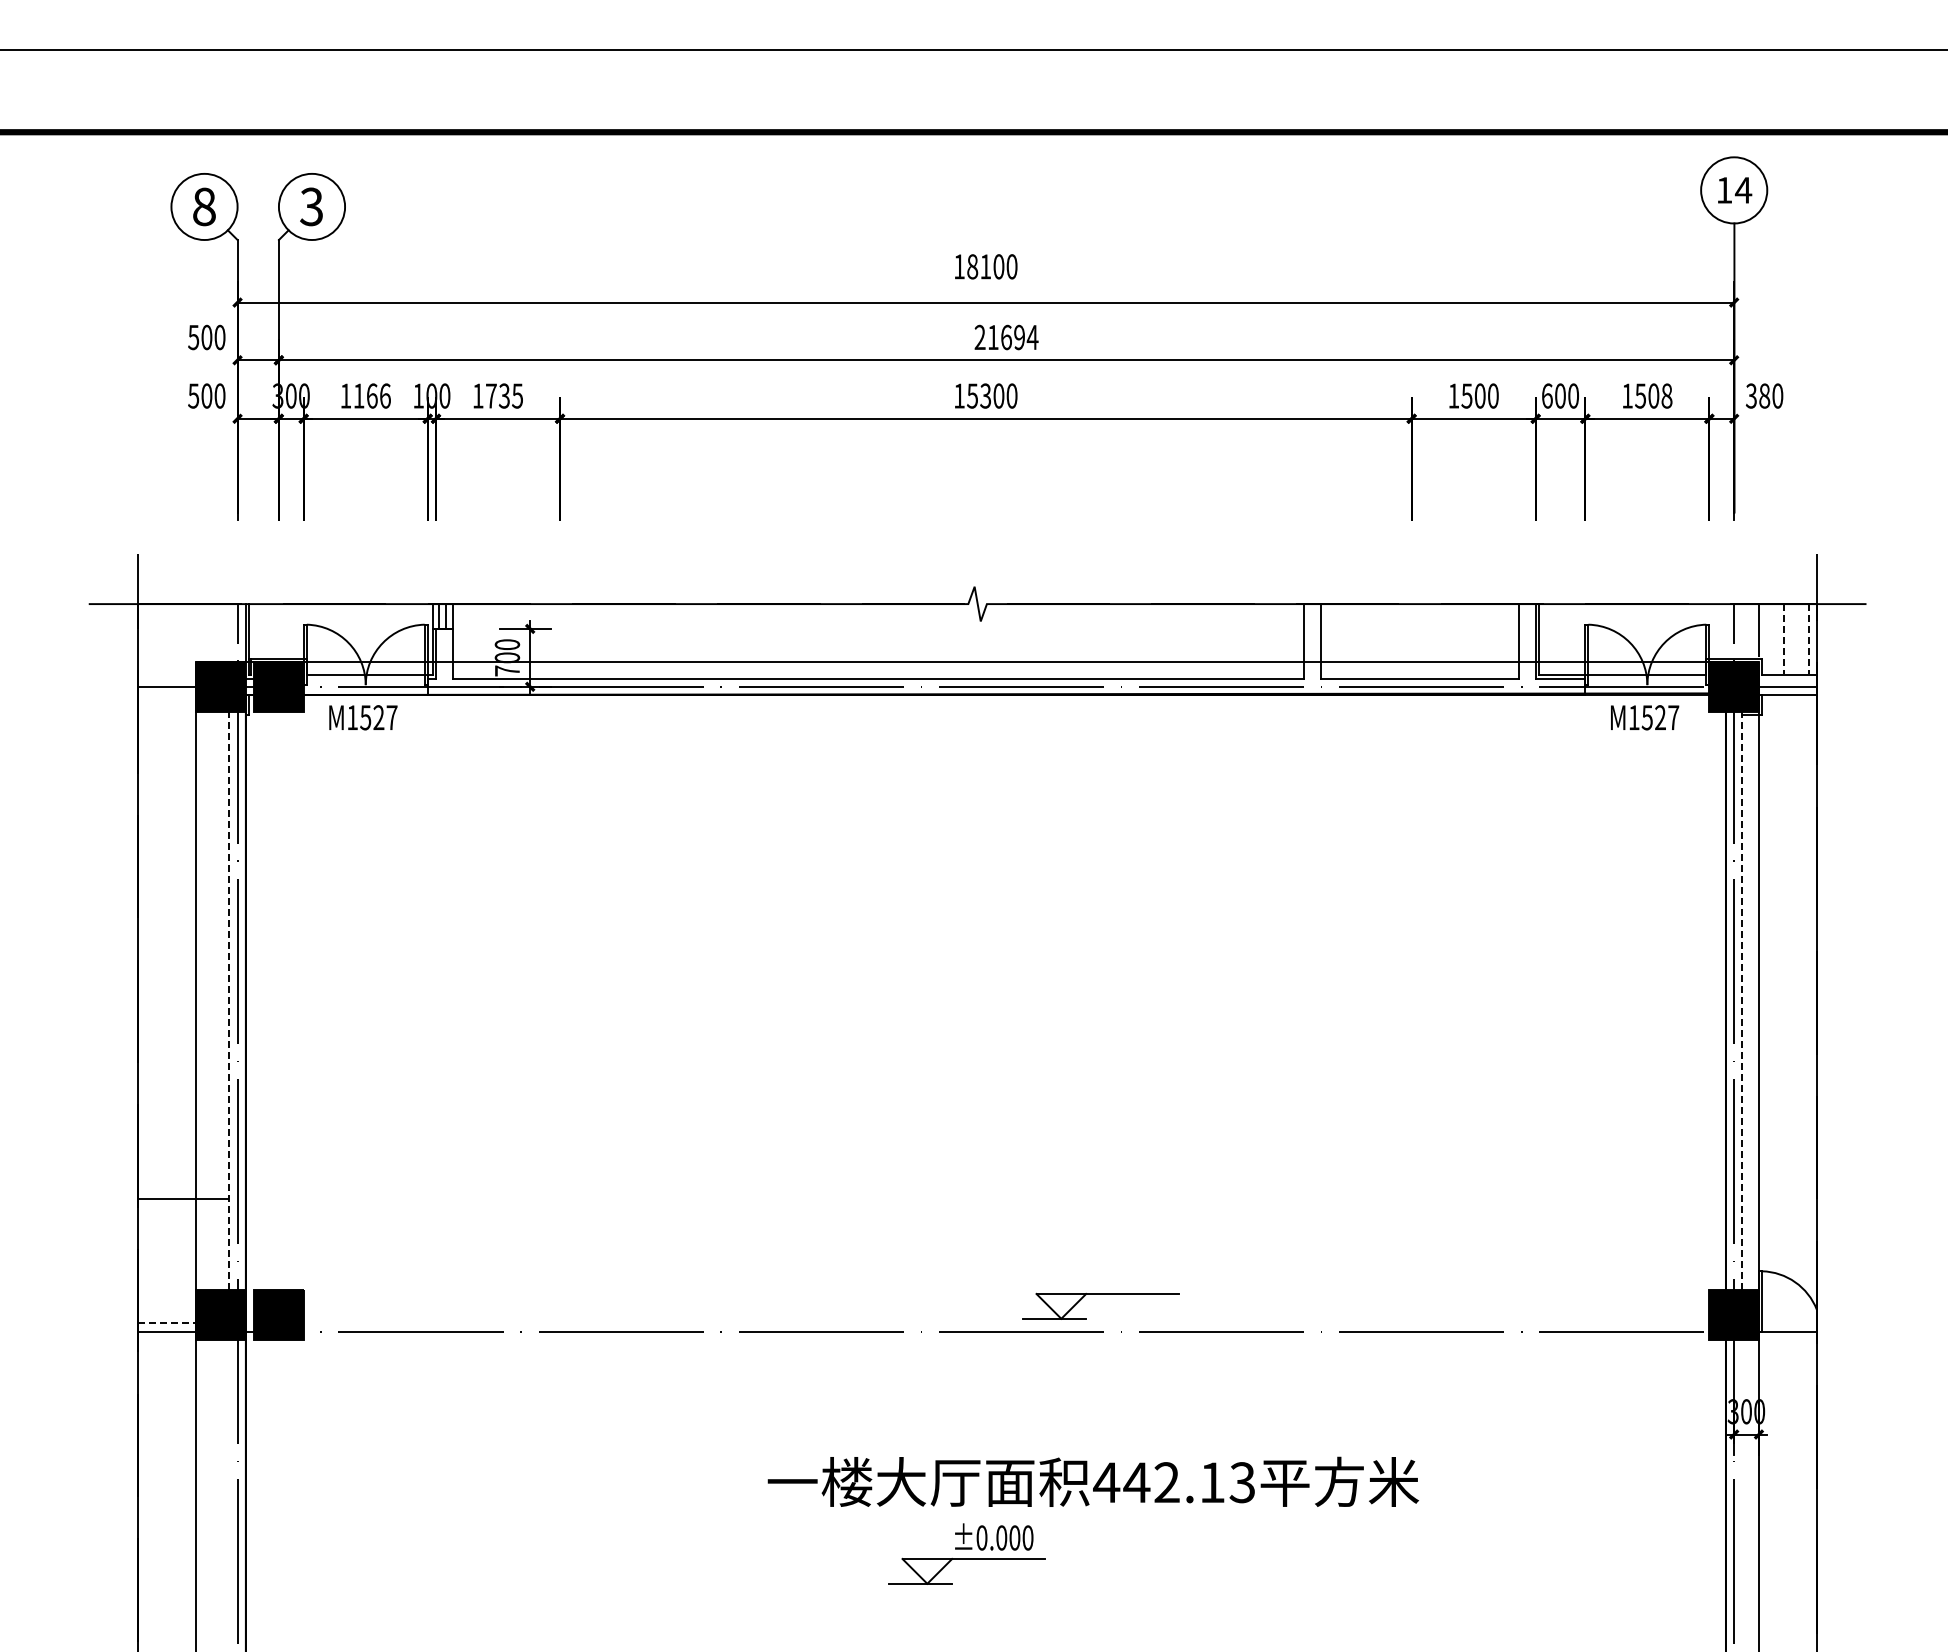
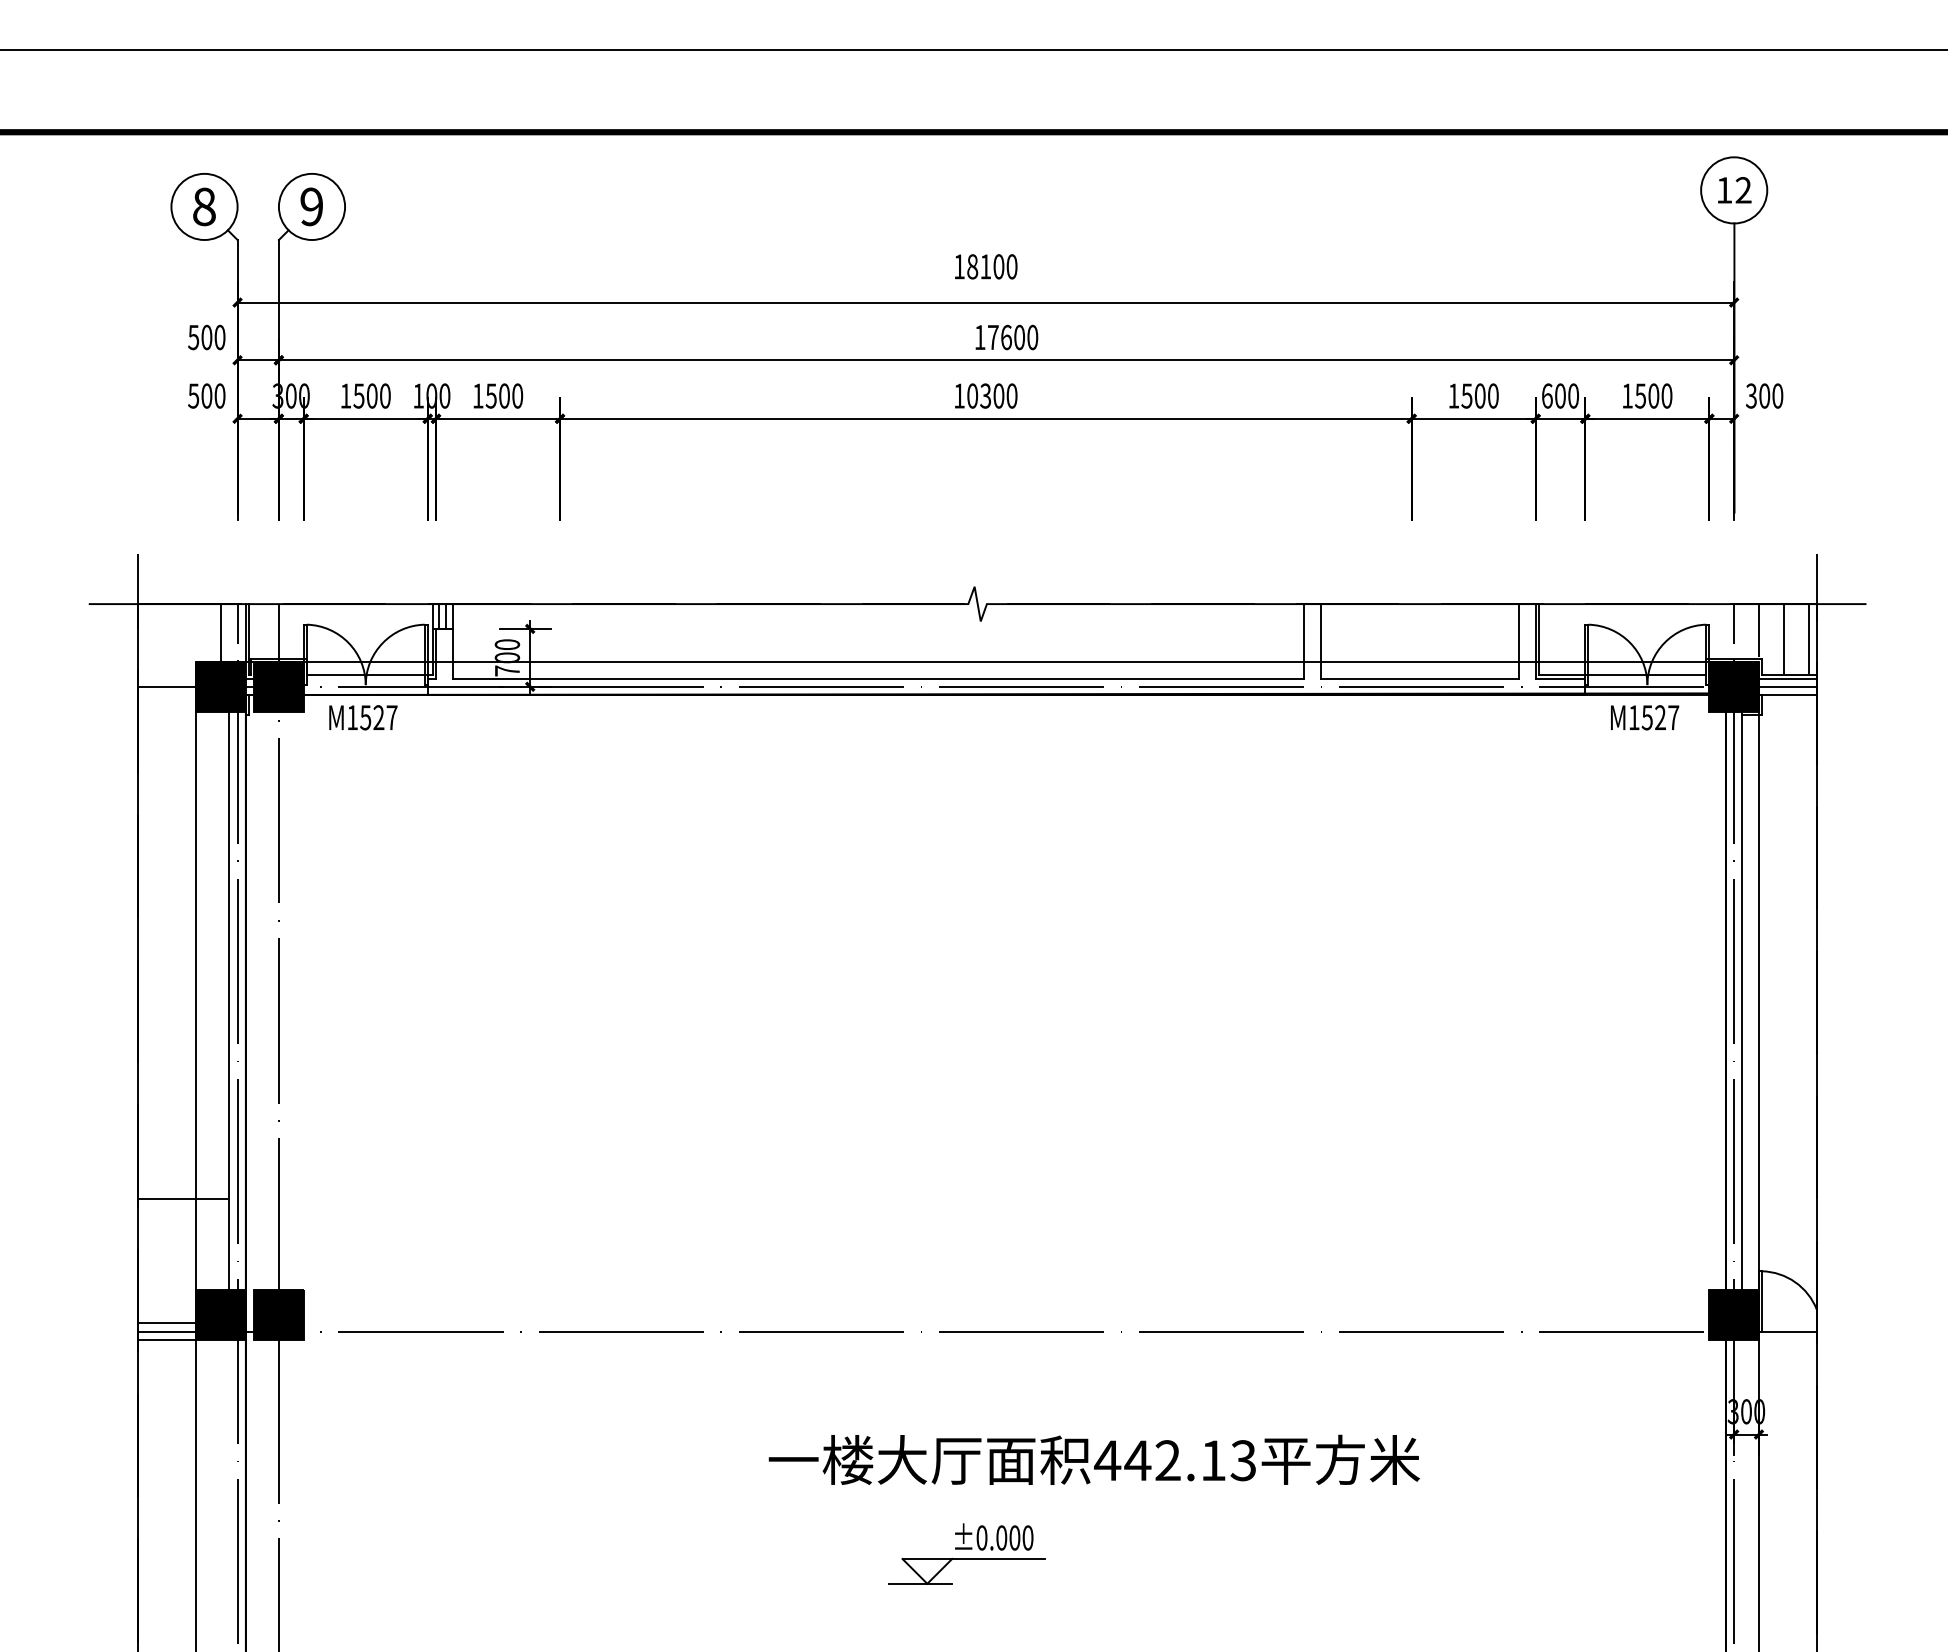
text at (1743, 190): 14 -> 12
text at (311, 206): 3 -> 9
text at (1006, 337): 21694 -> 17600
text at (371, 395): 1166 -> 1500
text at (504, 395): 1735 -> 1500
text at (972, 395): 15300 -> 10300
text at (1666, 396): 1508 -> 1500
text at (1764, 396): 380 -> 300
line at (221, 632): none -> present
line at (1783, 638): dashed -> solid
line at (1808, 638): dashed -> solid
line at (1787, 678): none -> present
line at (229, 1000): dashed -> solid
line at (1742, 1000): dashed -> solid
line at (278, 1126): none -> present
part at (1100, 1294): present -> none
line at (167, 1323): dashed -> solid
line at (167, 1340): none -> present
text at (1092, 1481) position: (1092, 1481) -> (1093, 1459)
